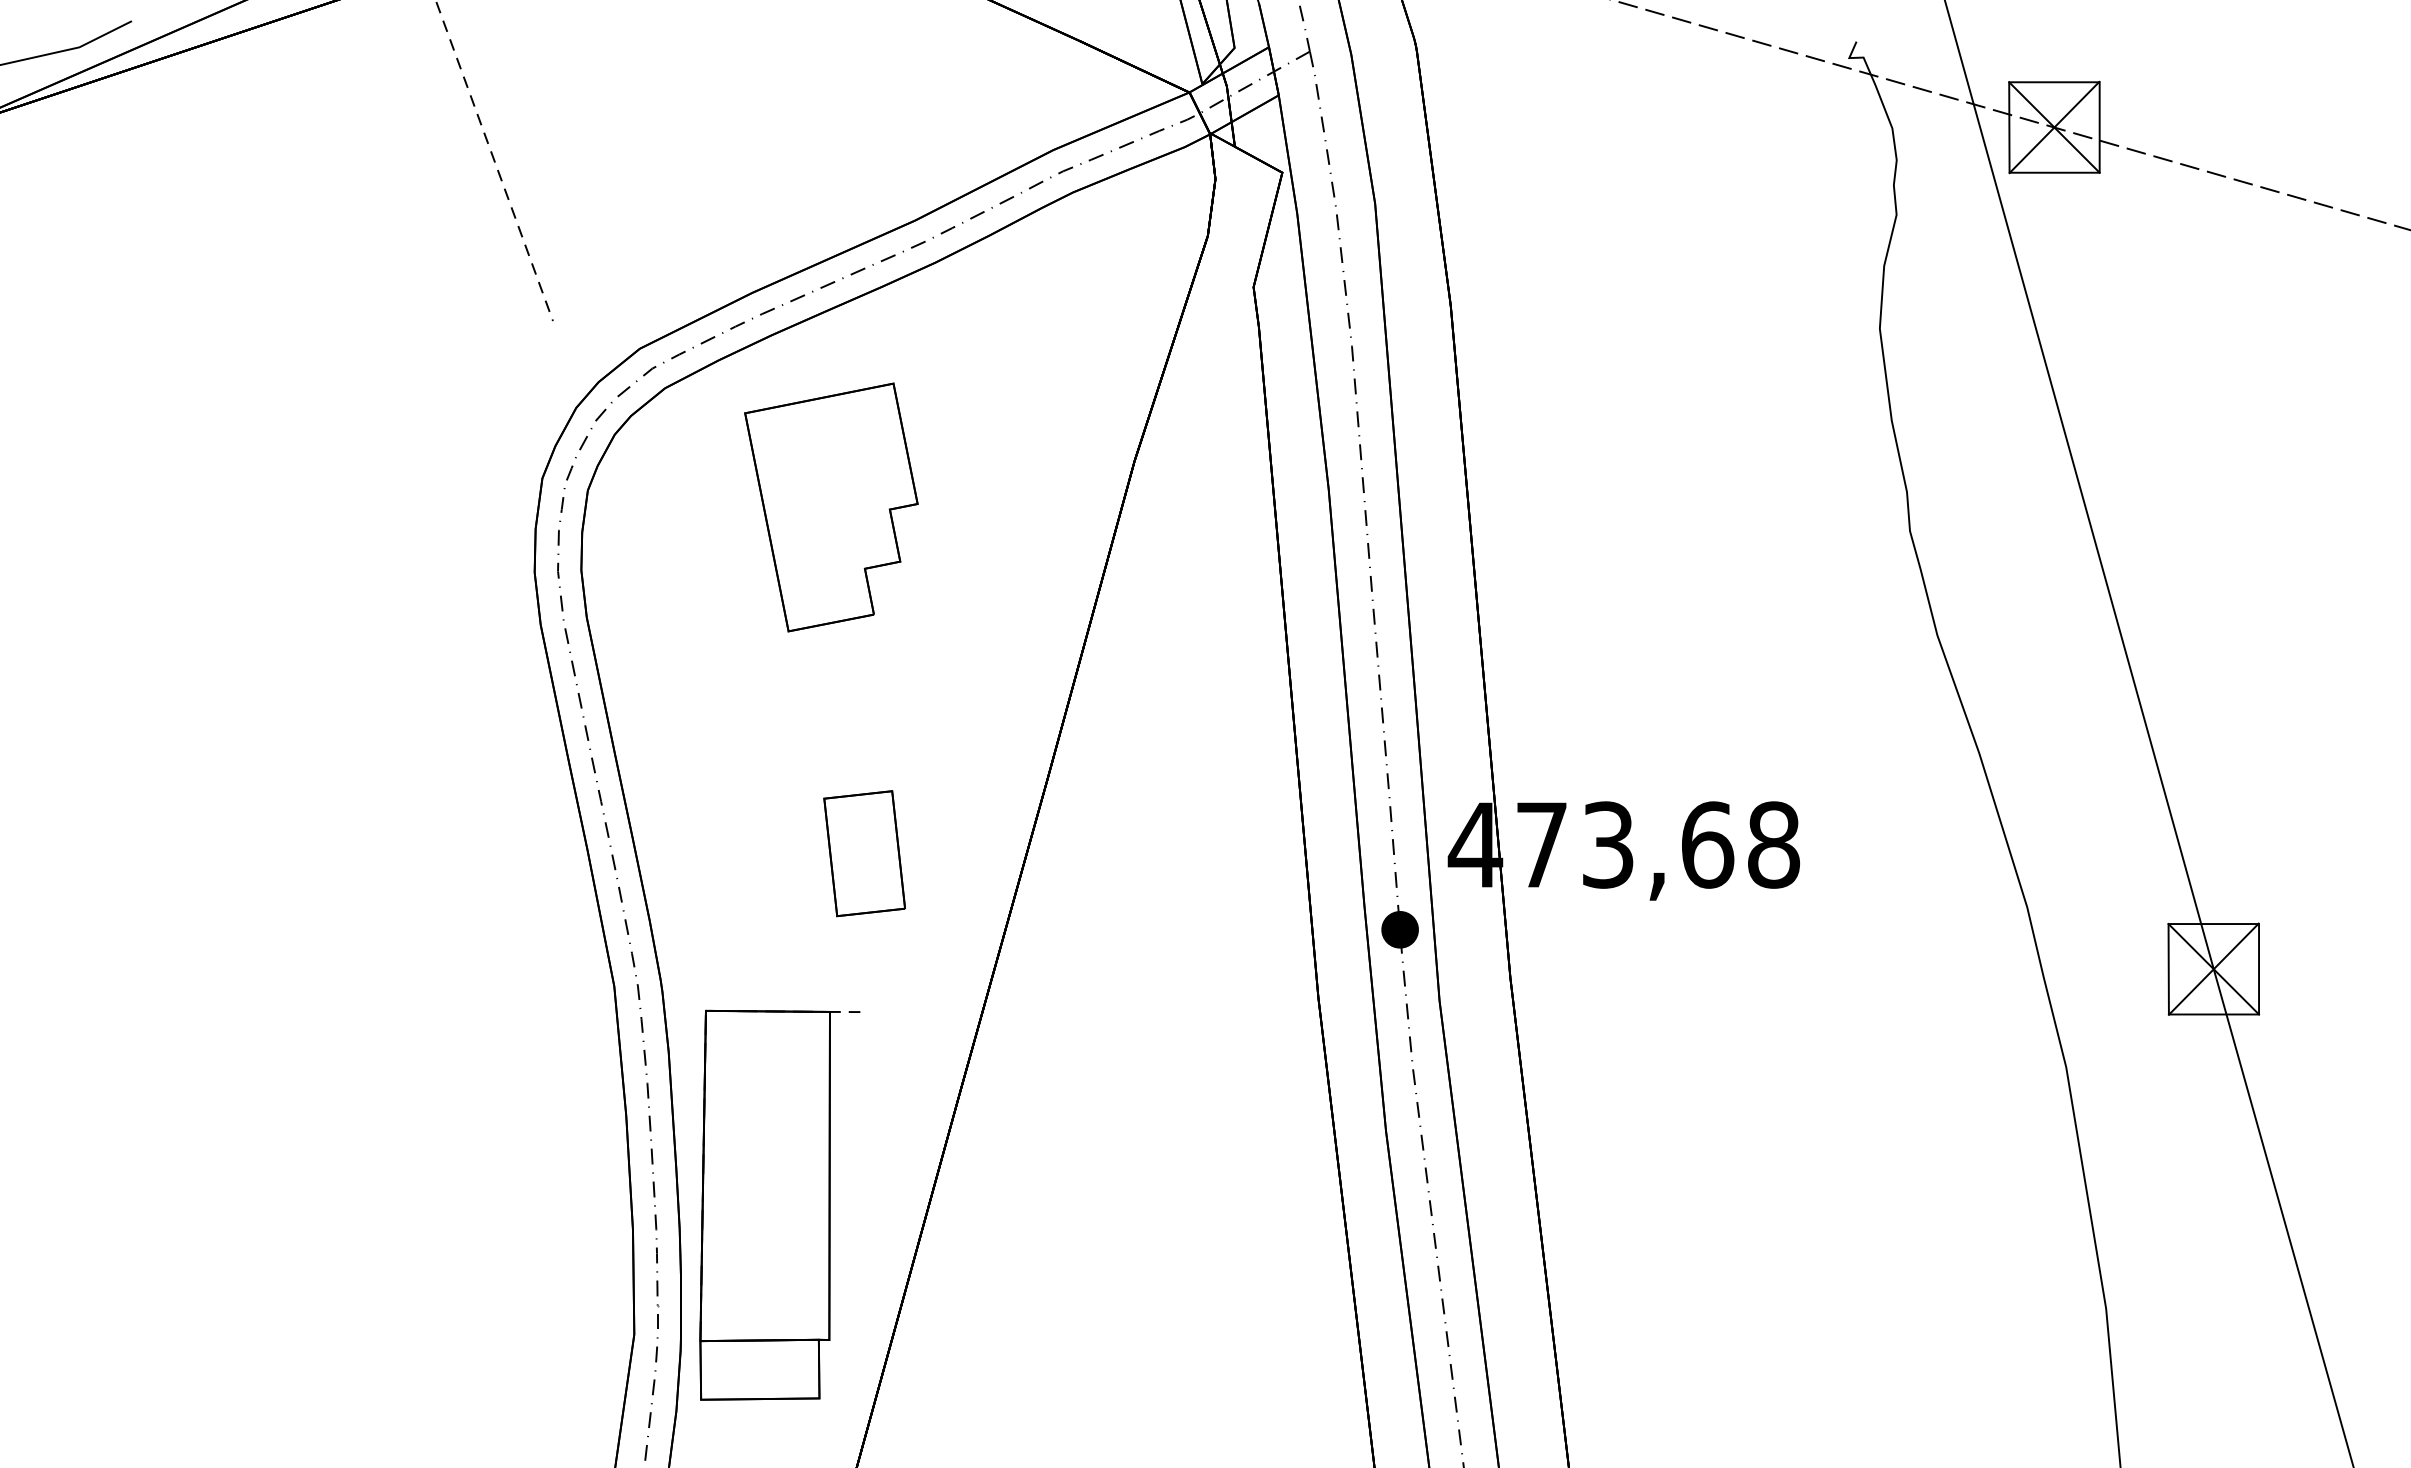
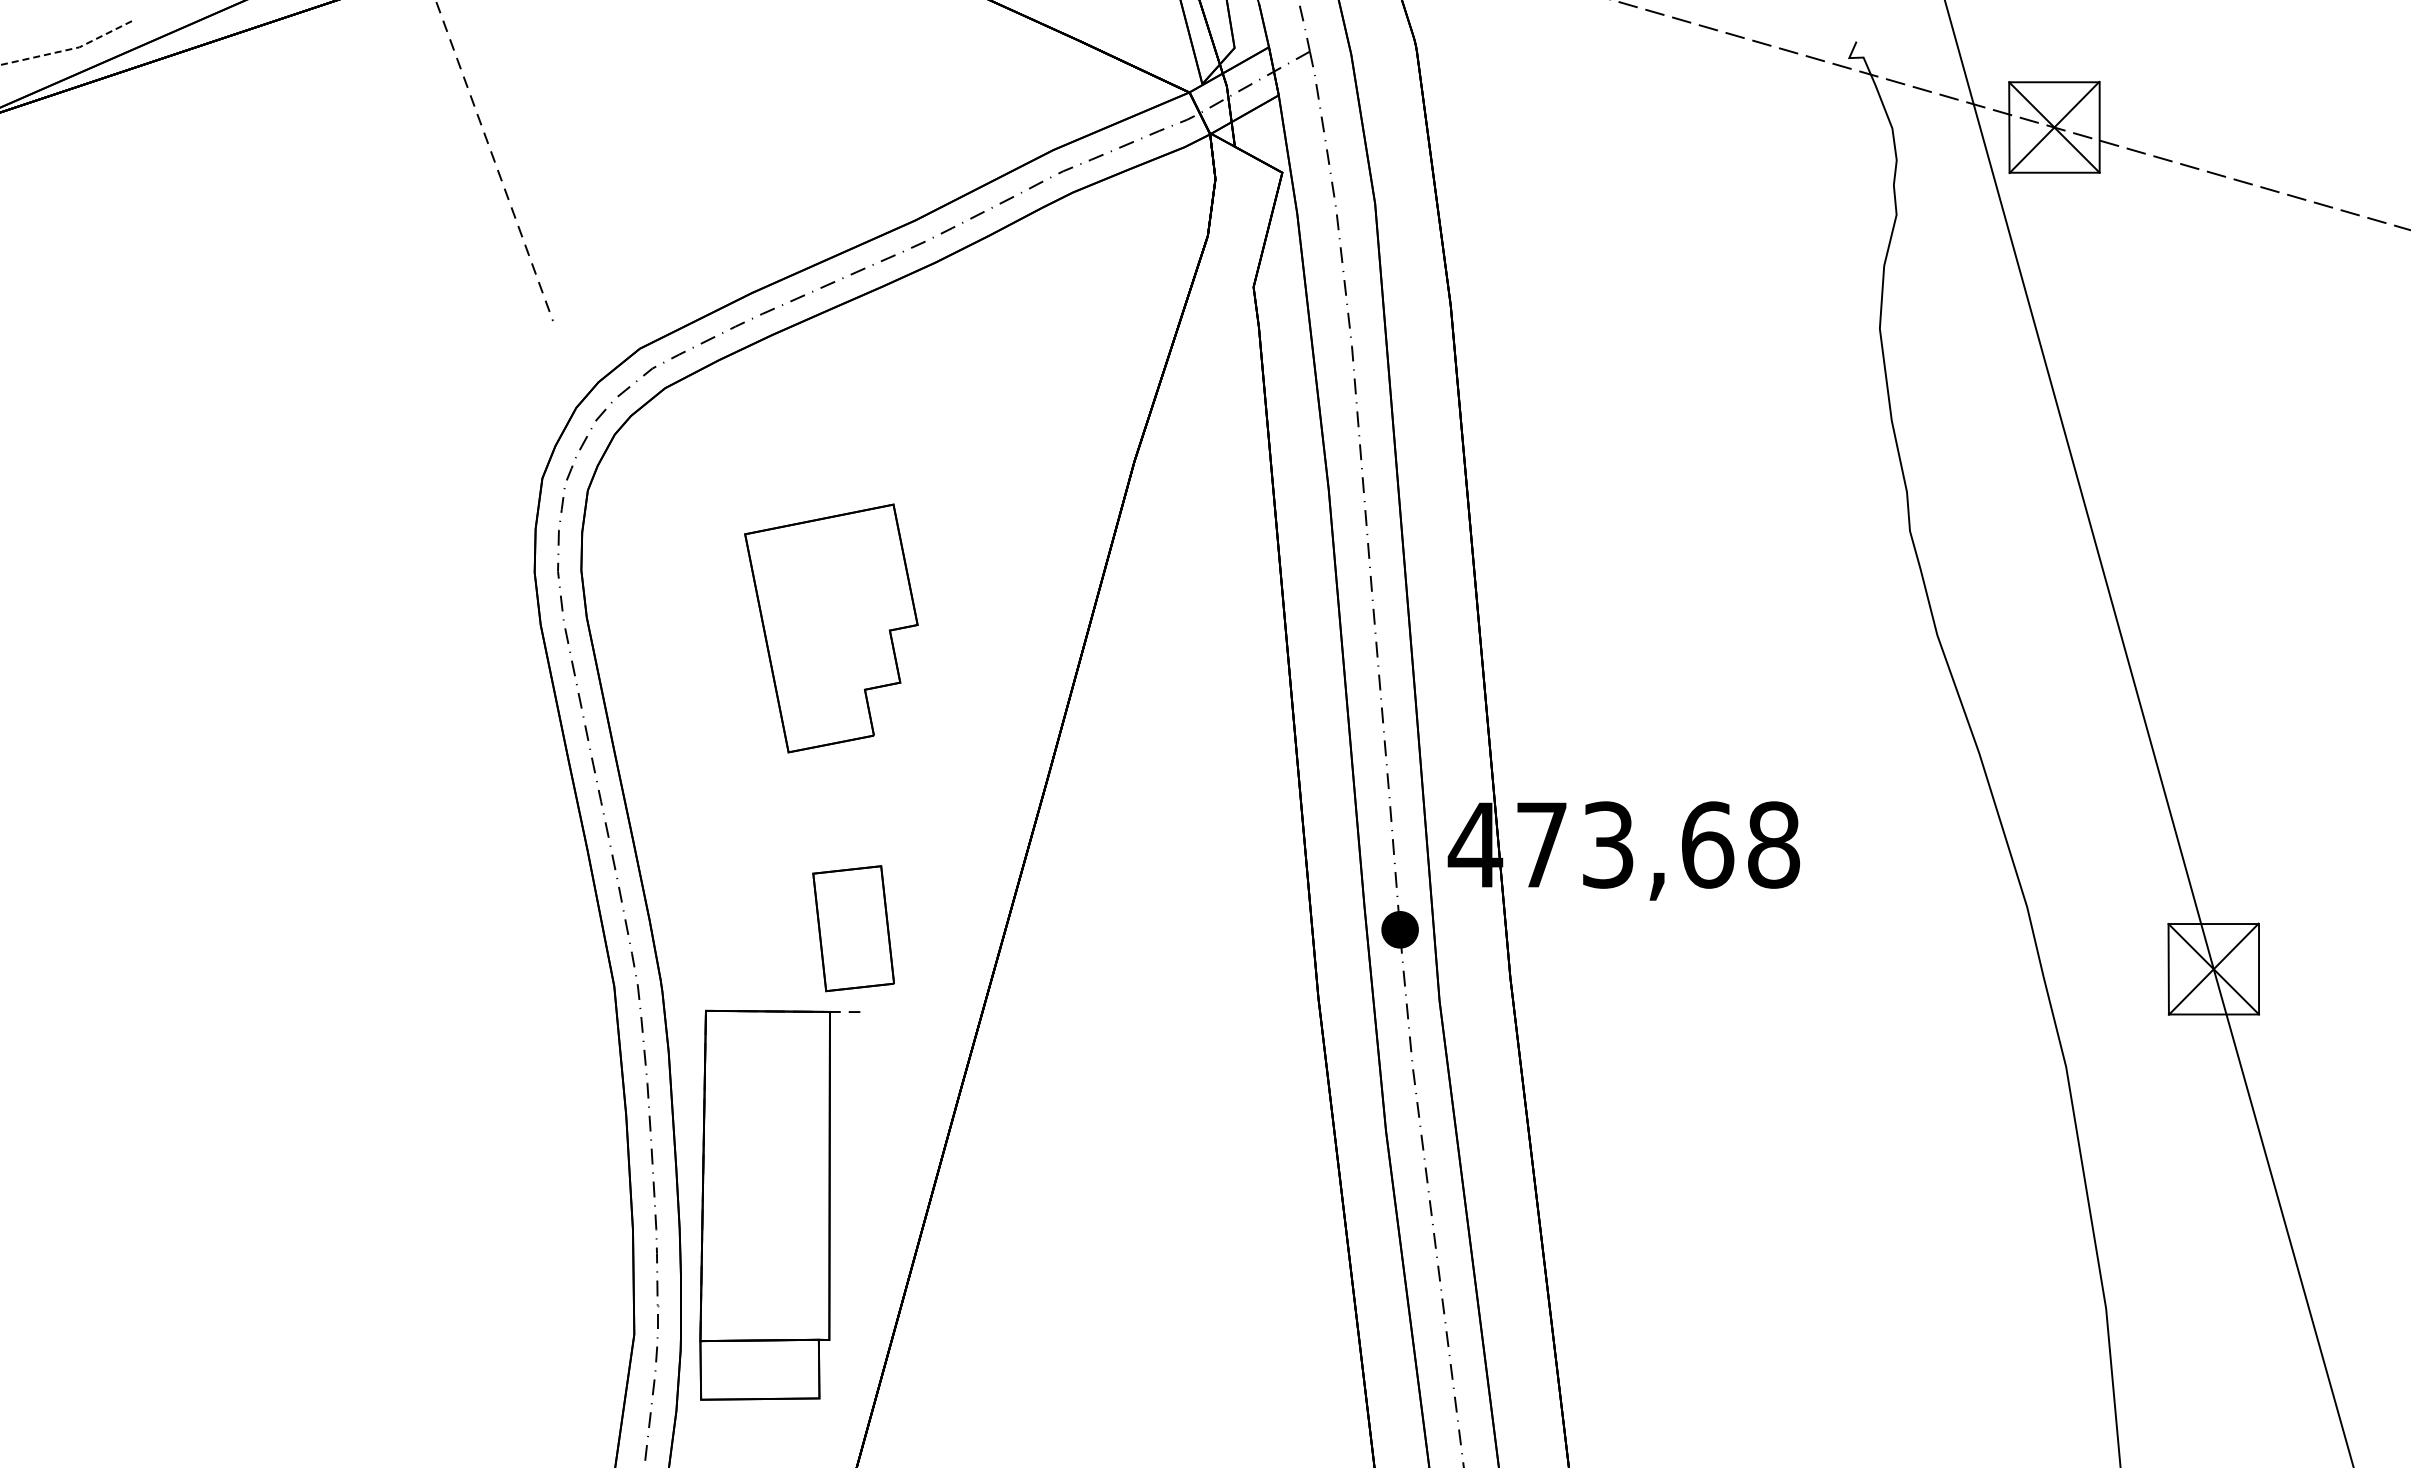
line at (68, 49): solid -> dashed
part at (831, 507) position: (831, 507) -> (831, 628)
part at (864, 853) position: (864, 853) -> (853, 928)
